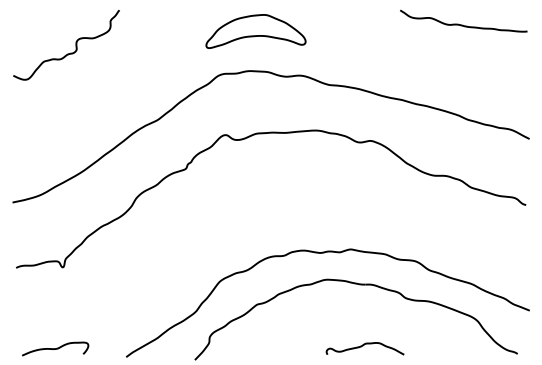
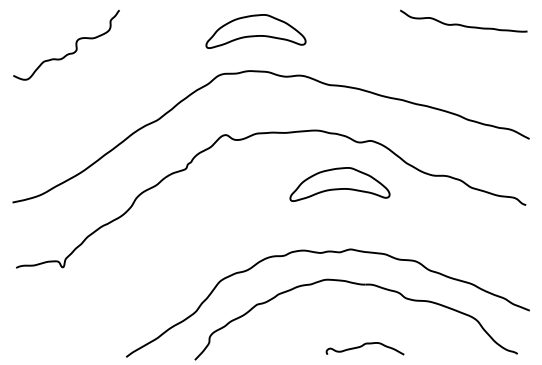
part at (339, 184): none -> present
curve at (55, 348): present -> none
